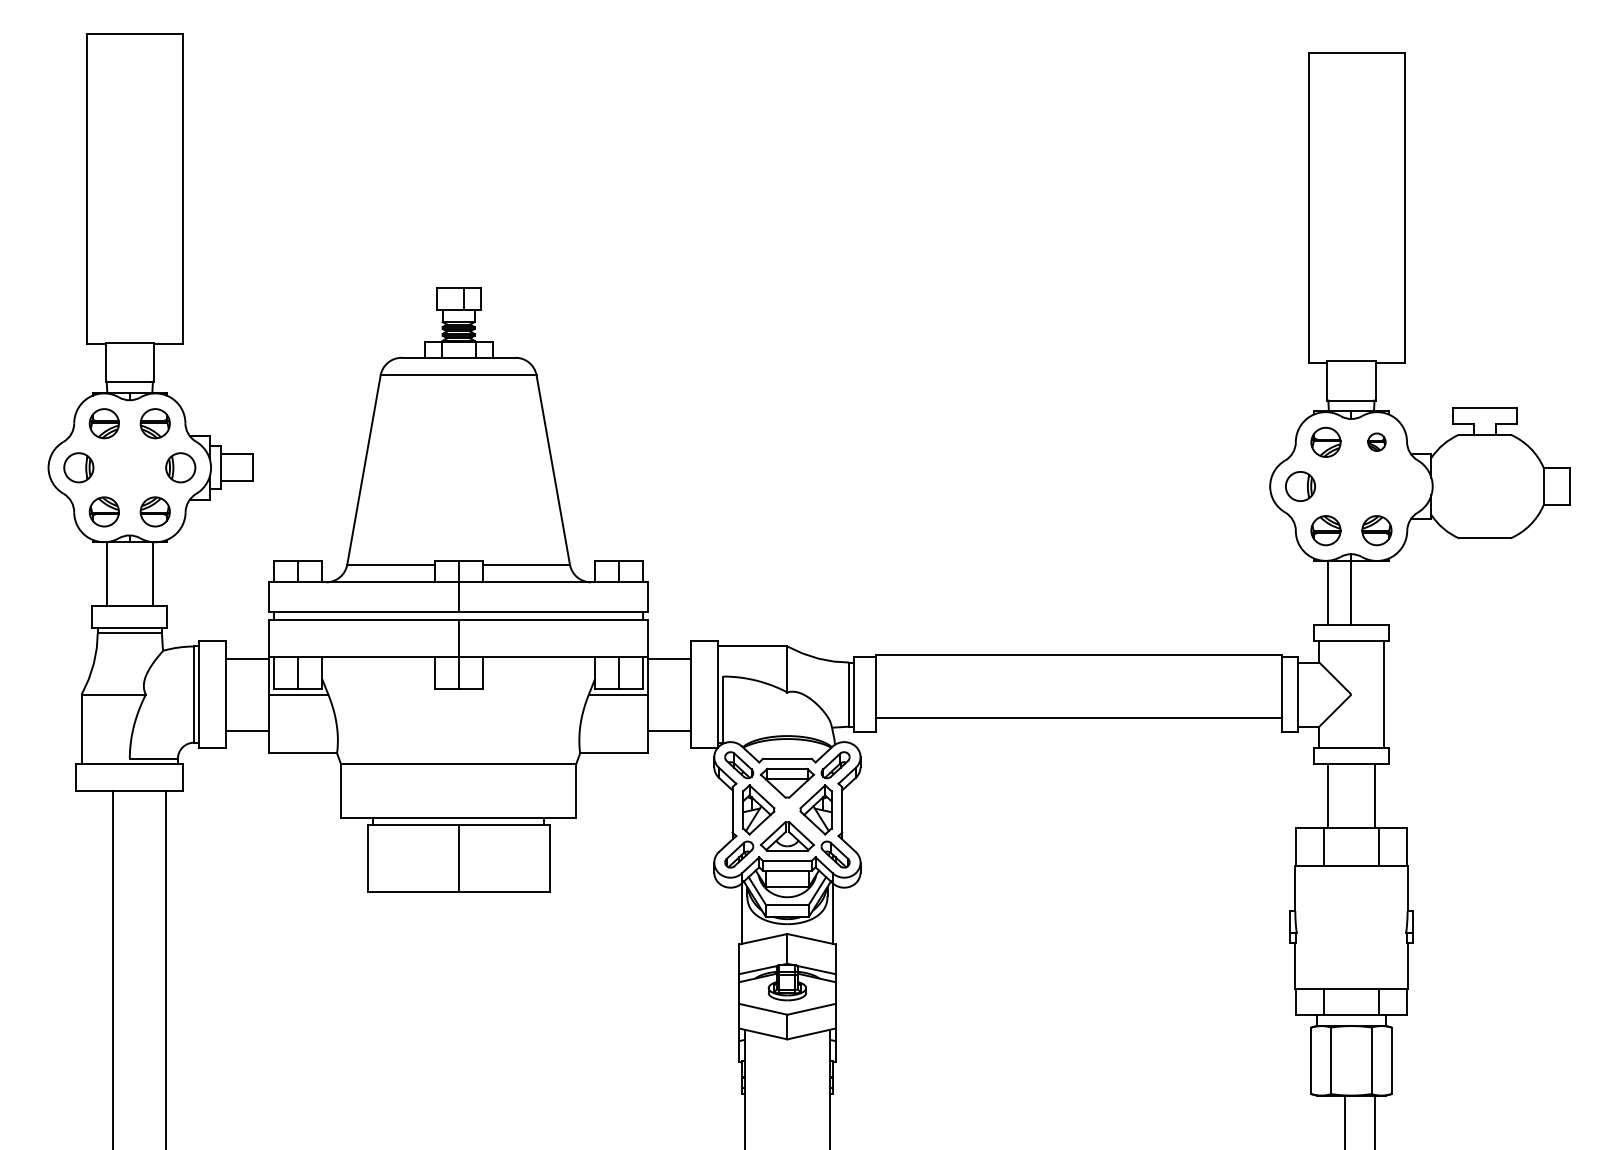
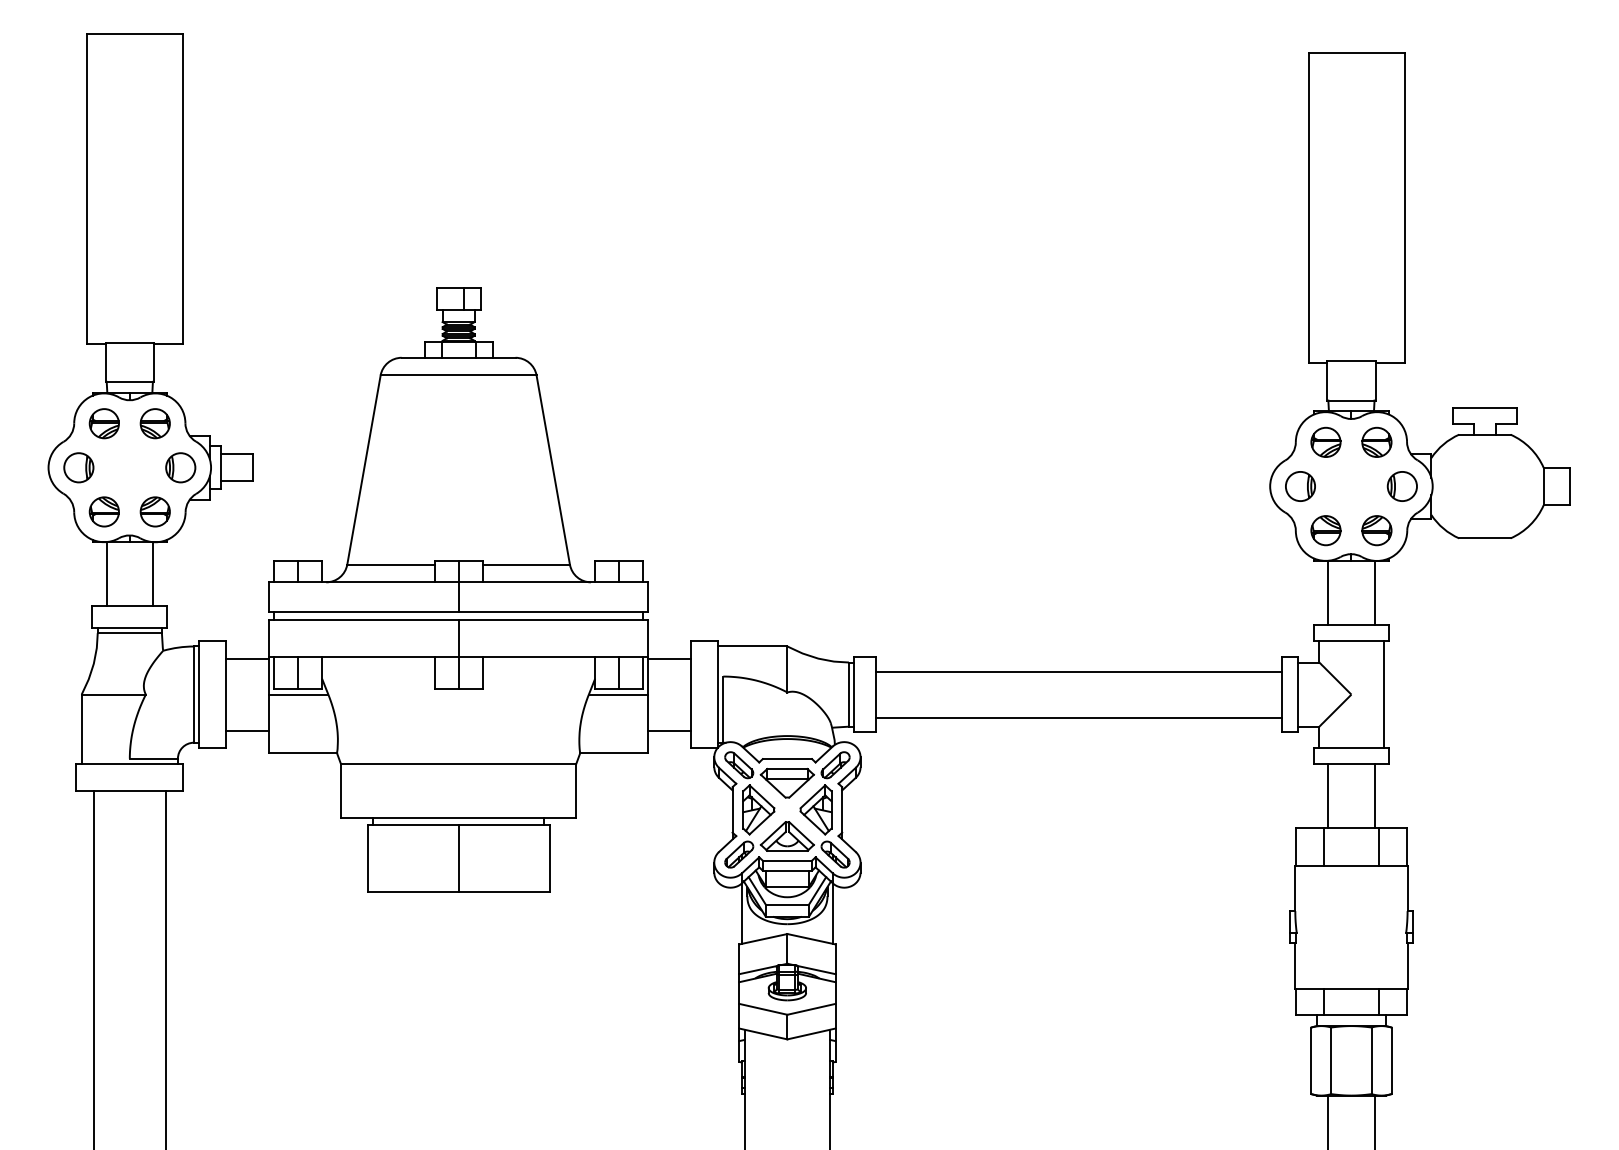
part at (1376, 441) size: 20x20 px -> 32x32 px
part at (1401, 486): none -> present
line at (1350, 592) position: (1350, 592) -> (1374, 592)
line at (1078, 654) position: (1078, 654) -> (1078, 671)
line at (112, 968) position: (112, 968) -> (93, 968)
line at (1345, 1120) position: (1345, 1120) -> (1328, 1120)
